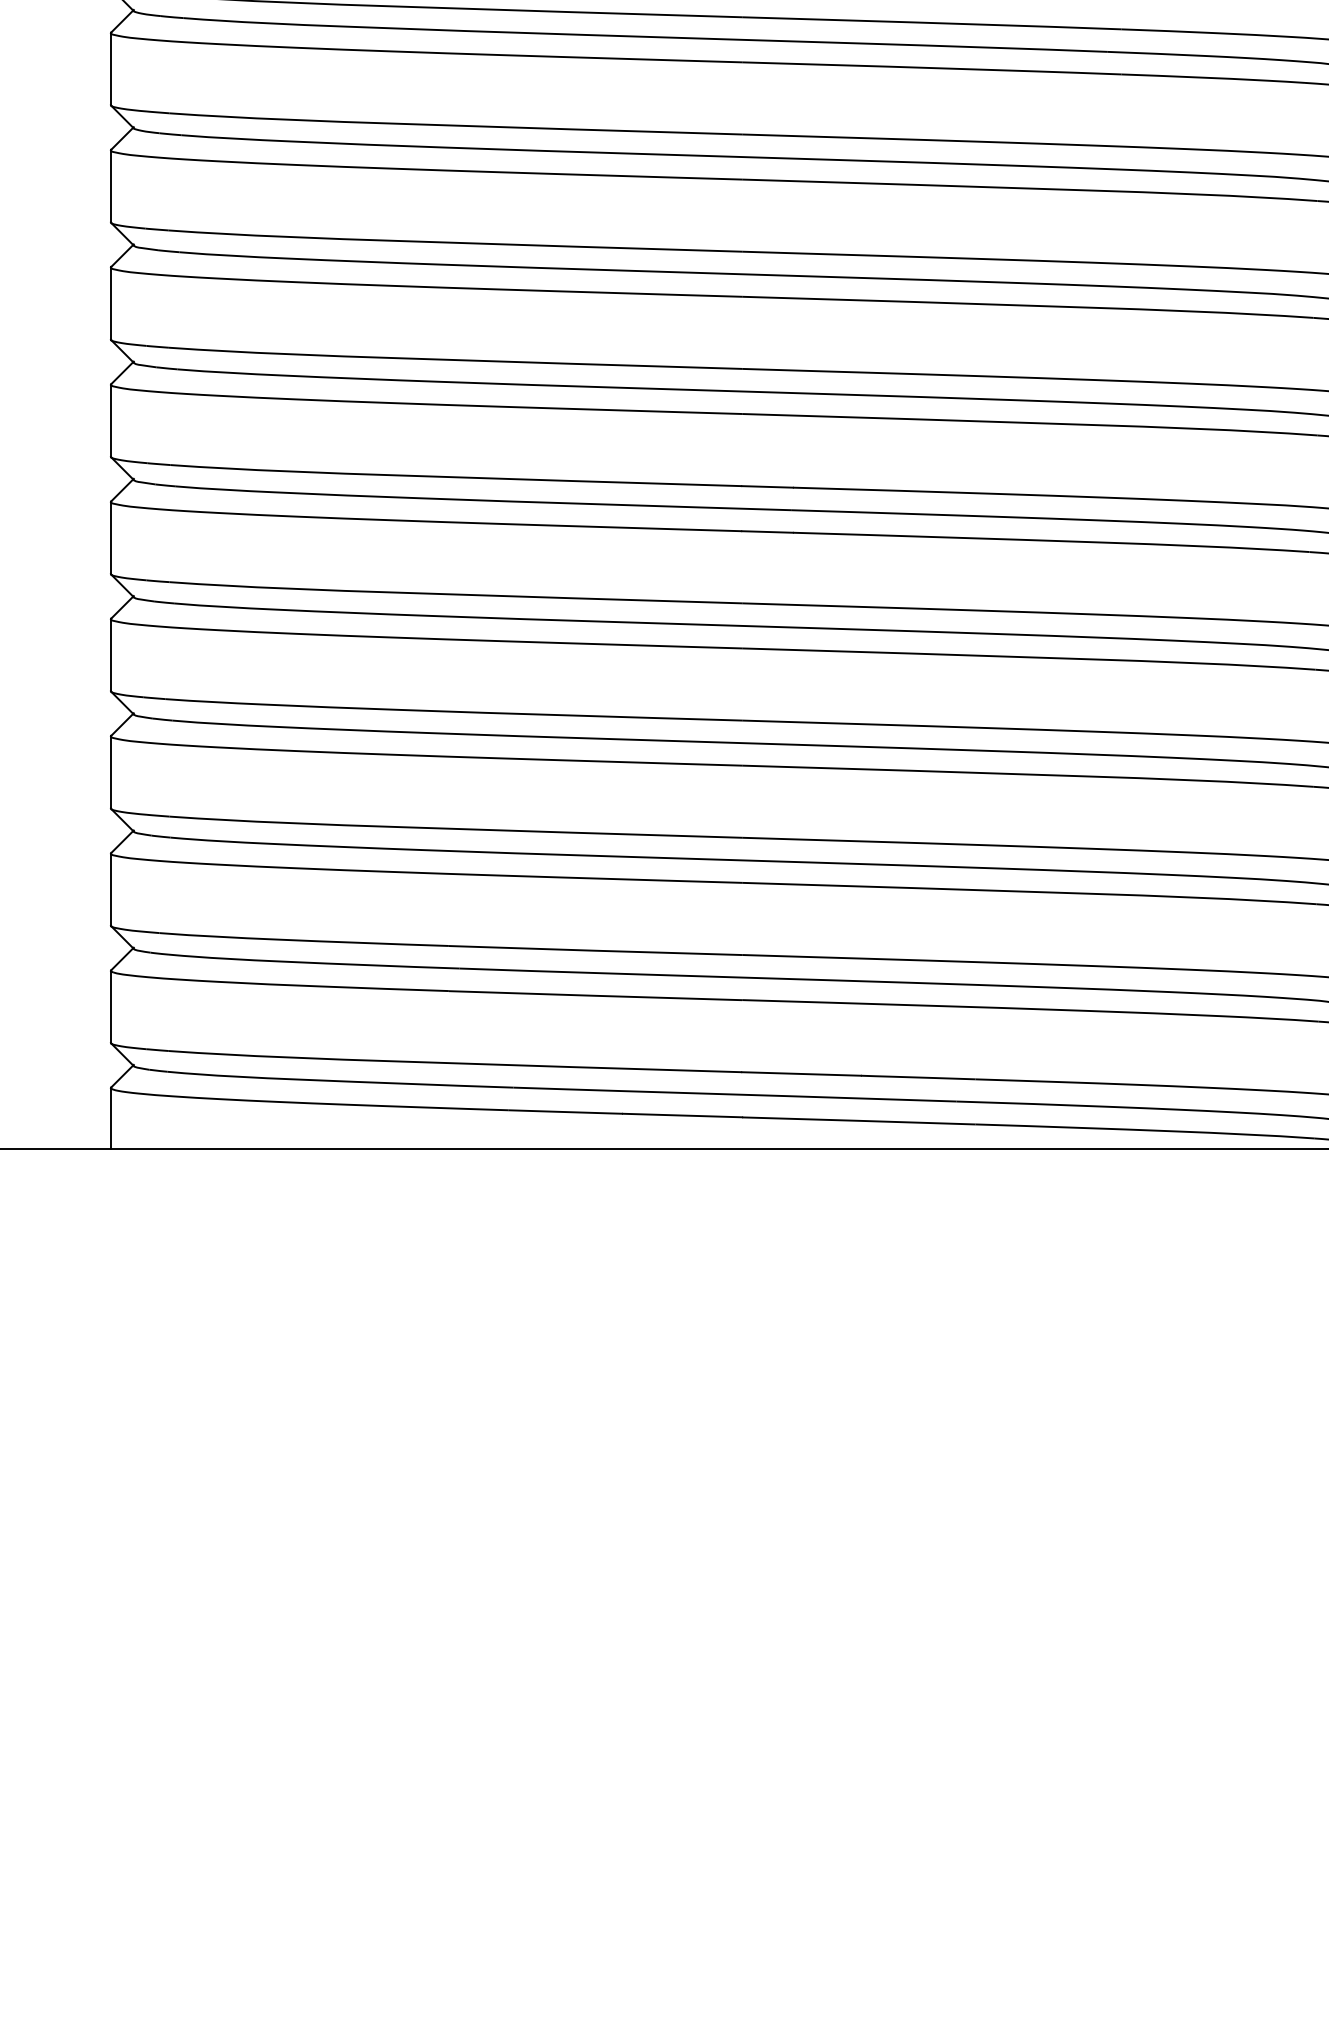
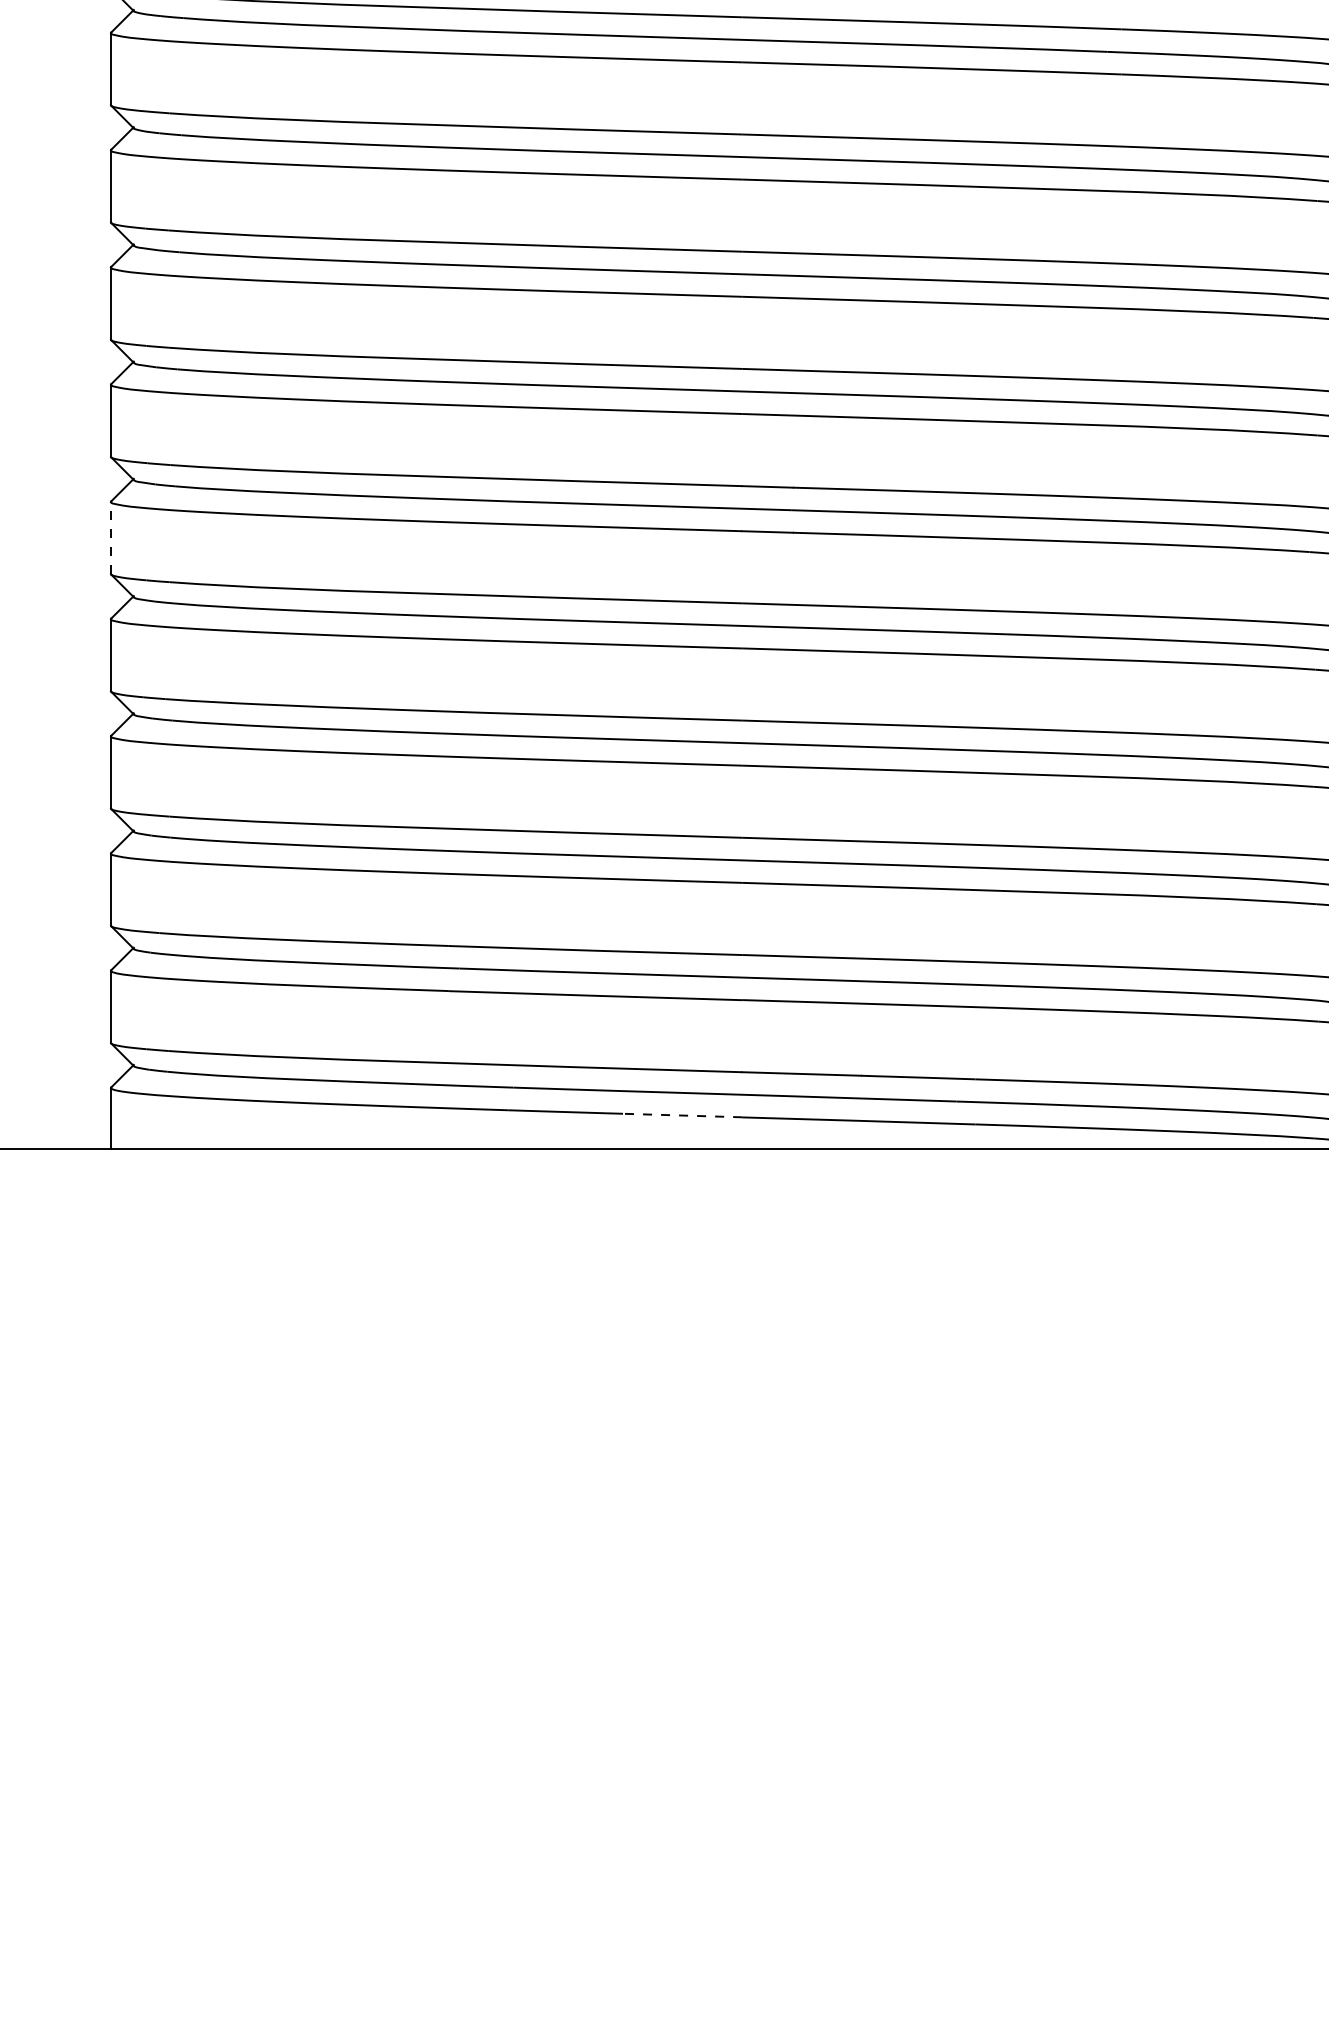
line at (111, 537): solid -> dashed
line at (682, 1115): solid -> dashed
